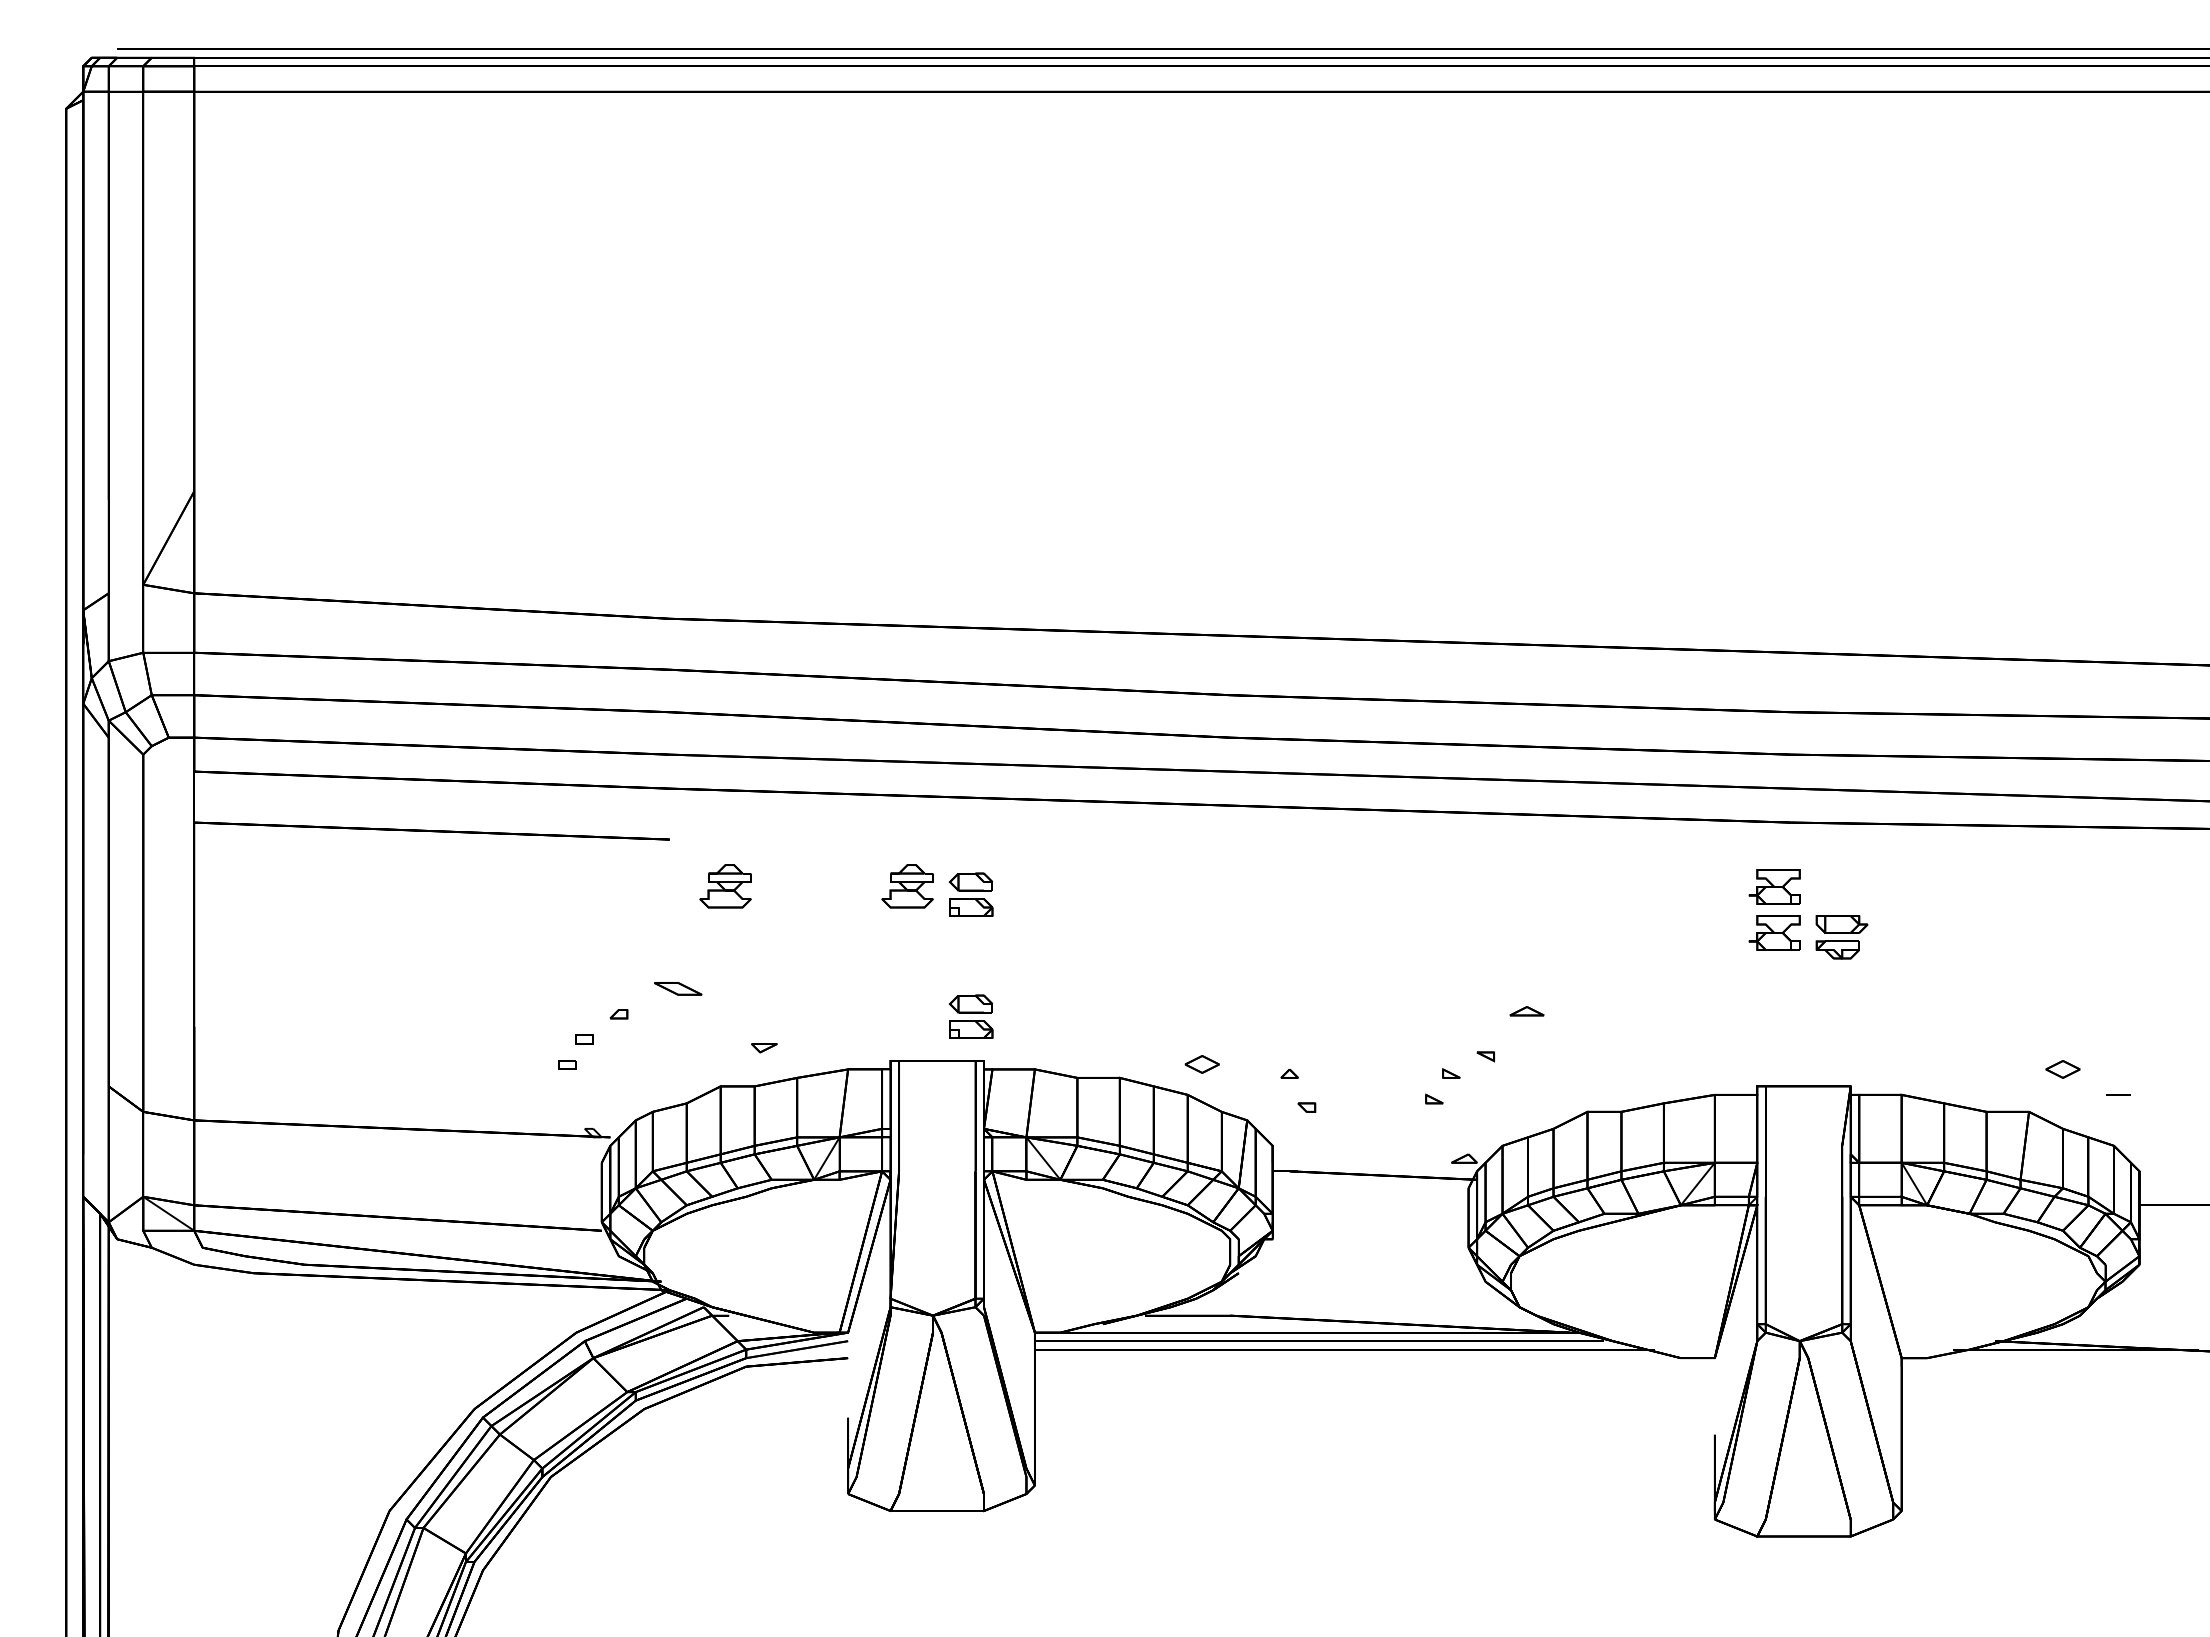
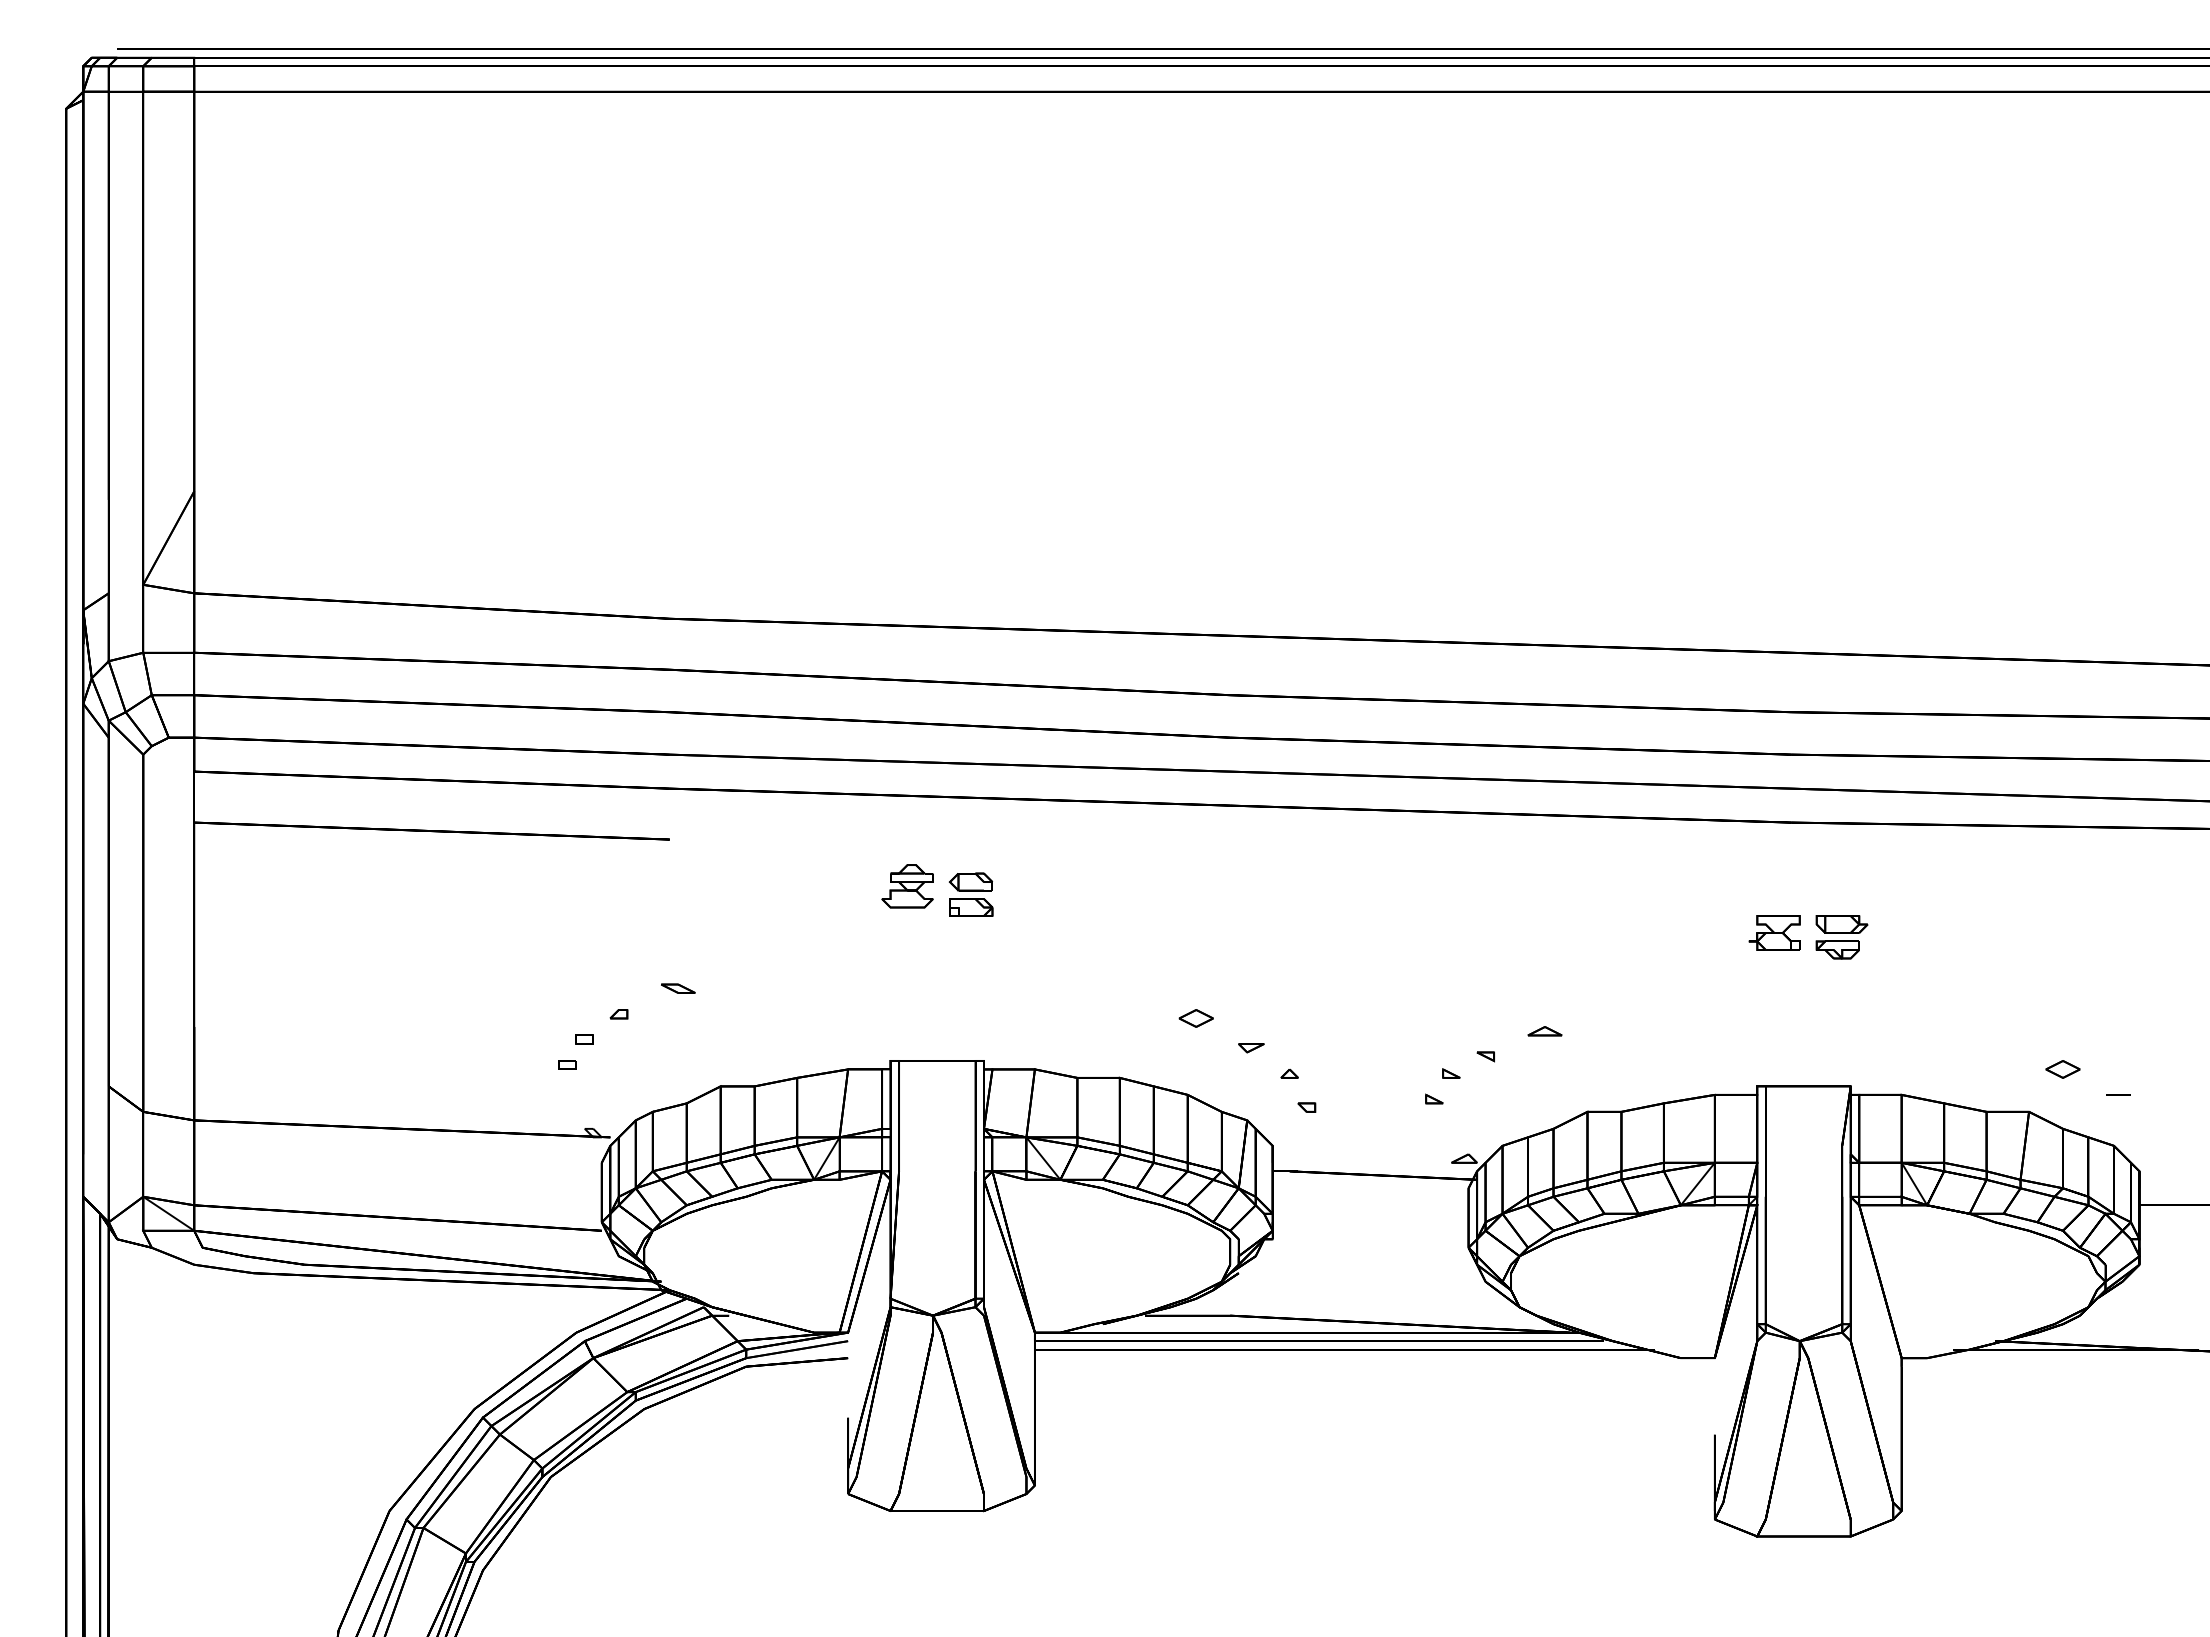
part at (725, 886): present -> none
part at (1774, 886): present -> none
part at (678, 988) size: 49x14 px -> 35x11 px
part at (1526, 1011) position: (1526, 1011) -> (1544, 1031)
part at (970, 1016): present -> none
part at (764, 1048) position: (764, 1048) -> (1251, 1048)
part at (1201, 1064) position: (1201, 1064) -> (1195, 1018)
